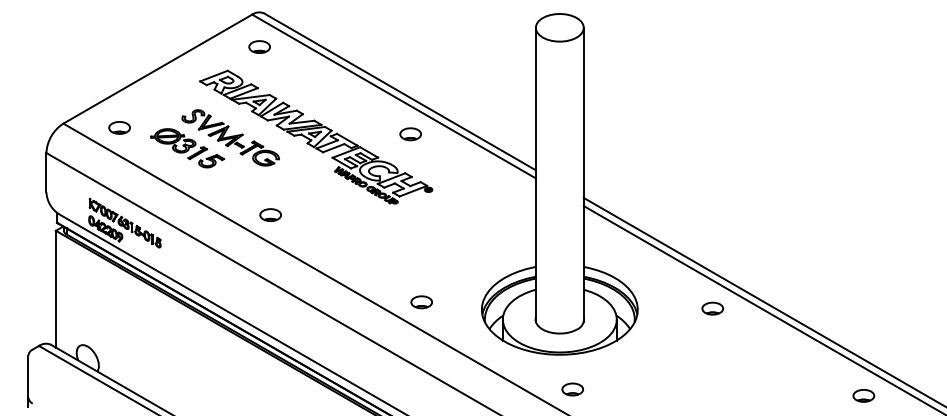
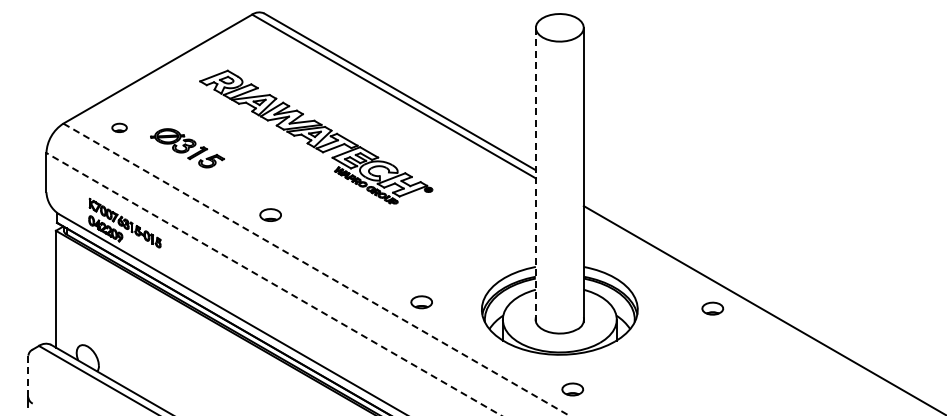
part at (259, 46): present -> none
part at (119, 127) size: 23x14 px -> 17x11 px
part at (410, 134): present -> none
part at (230, 137): present -> none
line at (535, 174): solid -> dashed
line at (317, 270): solid -> dashed
line at (274, 284): solid -> dashed
line at (763, 301): present -> none
line at (28, 376): solid -> dashed
part at (863, 395): present -> none
